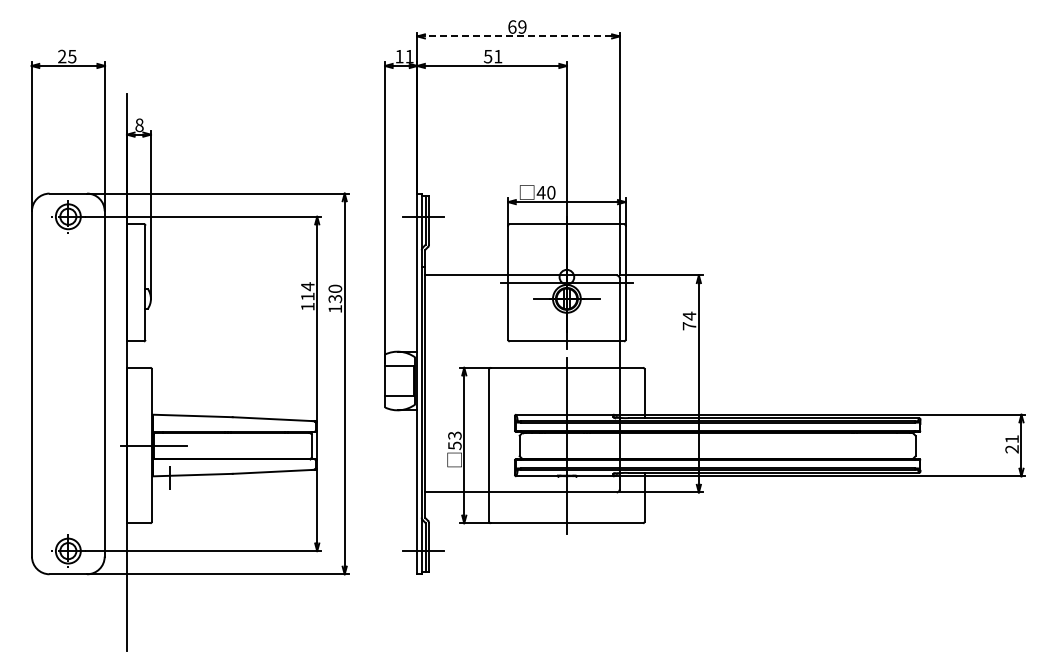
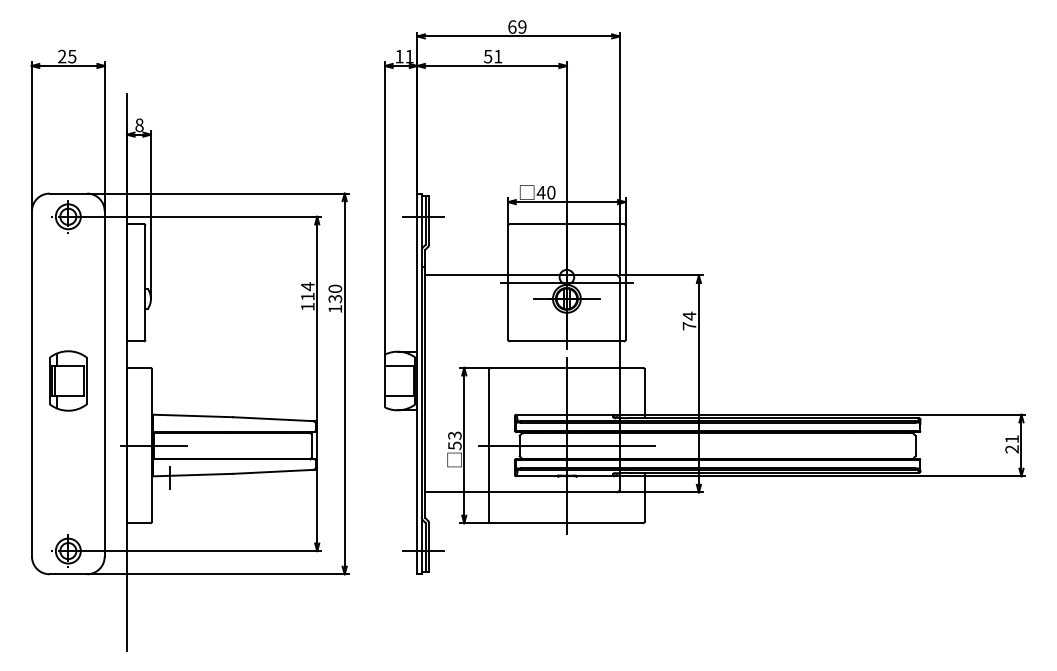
line at (518, 36): dashed -> solid
part at (68, 380): none -> present
line at (566, 445): none -> present
